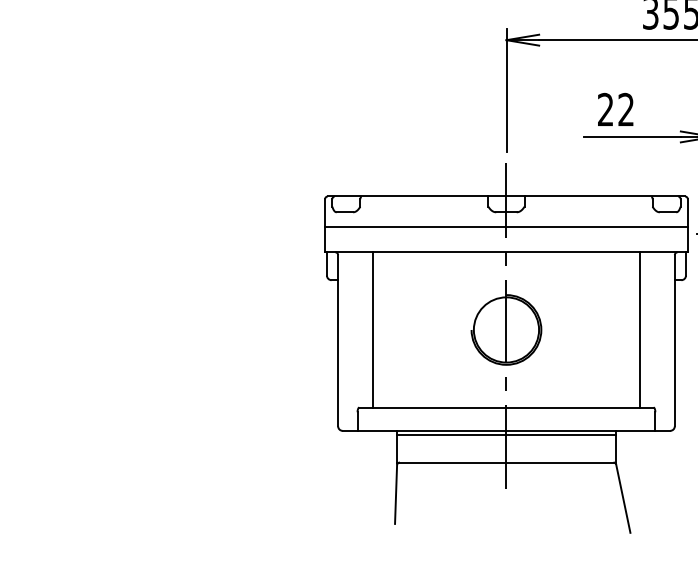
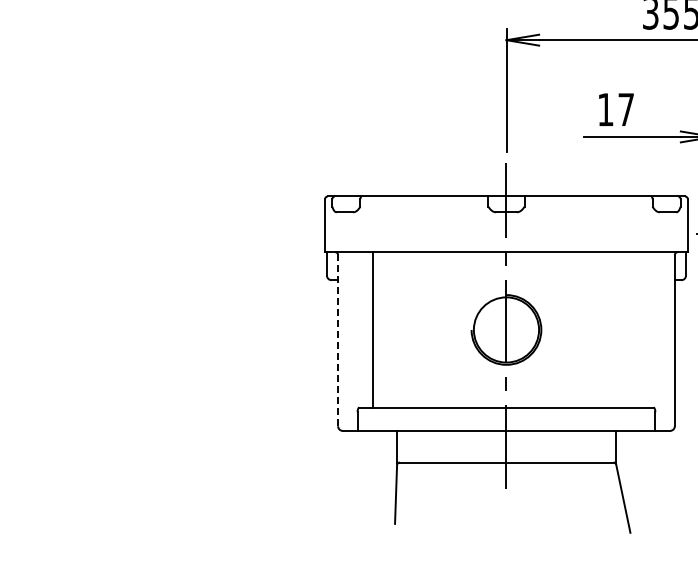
text at (615, 108): 22 -> 17
line at (506, 227): present -> none
line at (640, 329): present -> none
line at (338, 340): solid -> dashed
line at (506, 434): present -> none
